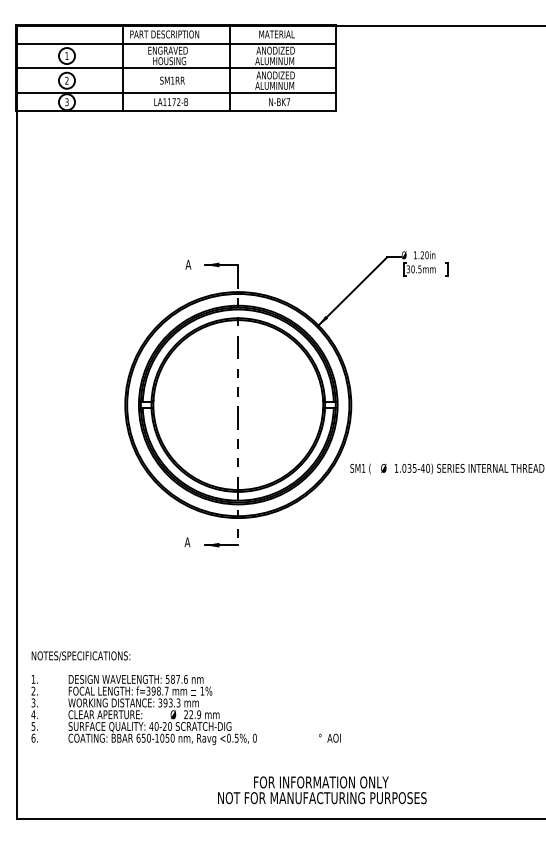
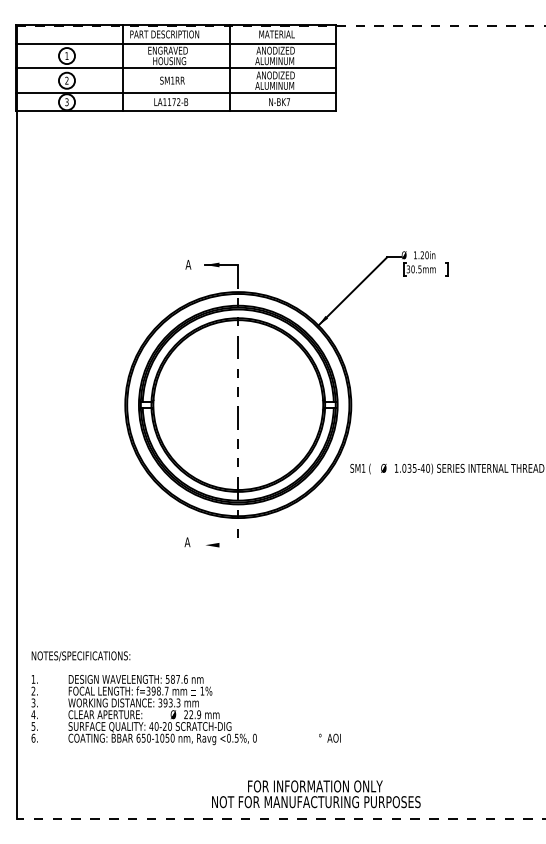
line at (281, 26): solid -> dashed
line at (221, 545): present -> none
text at (322, 790) position: (322, 790) -> (316, 794)
line at (280, 818): solid -> dashed
